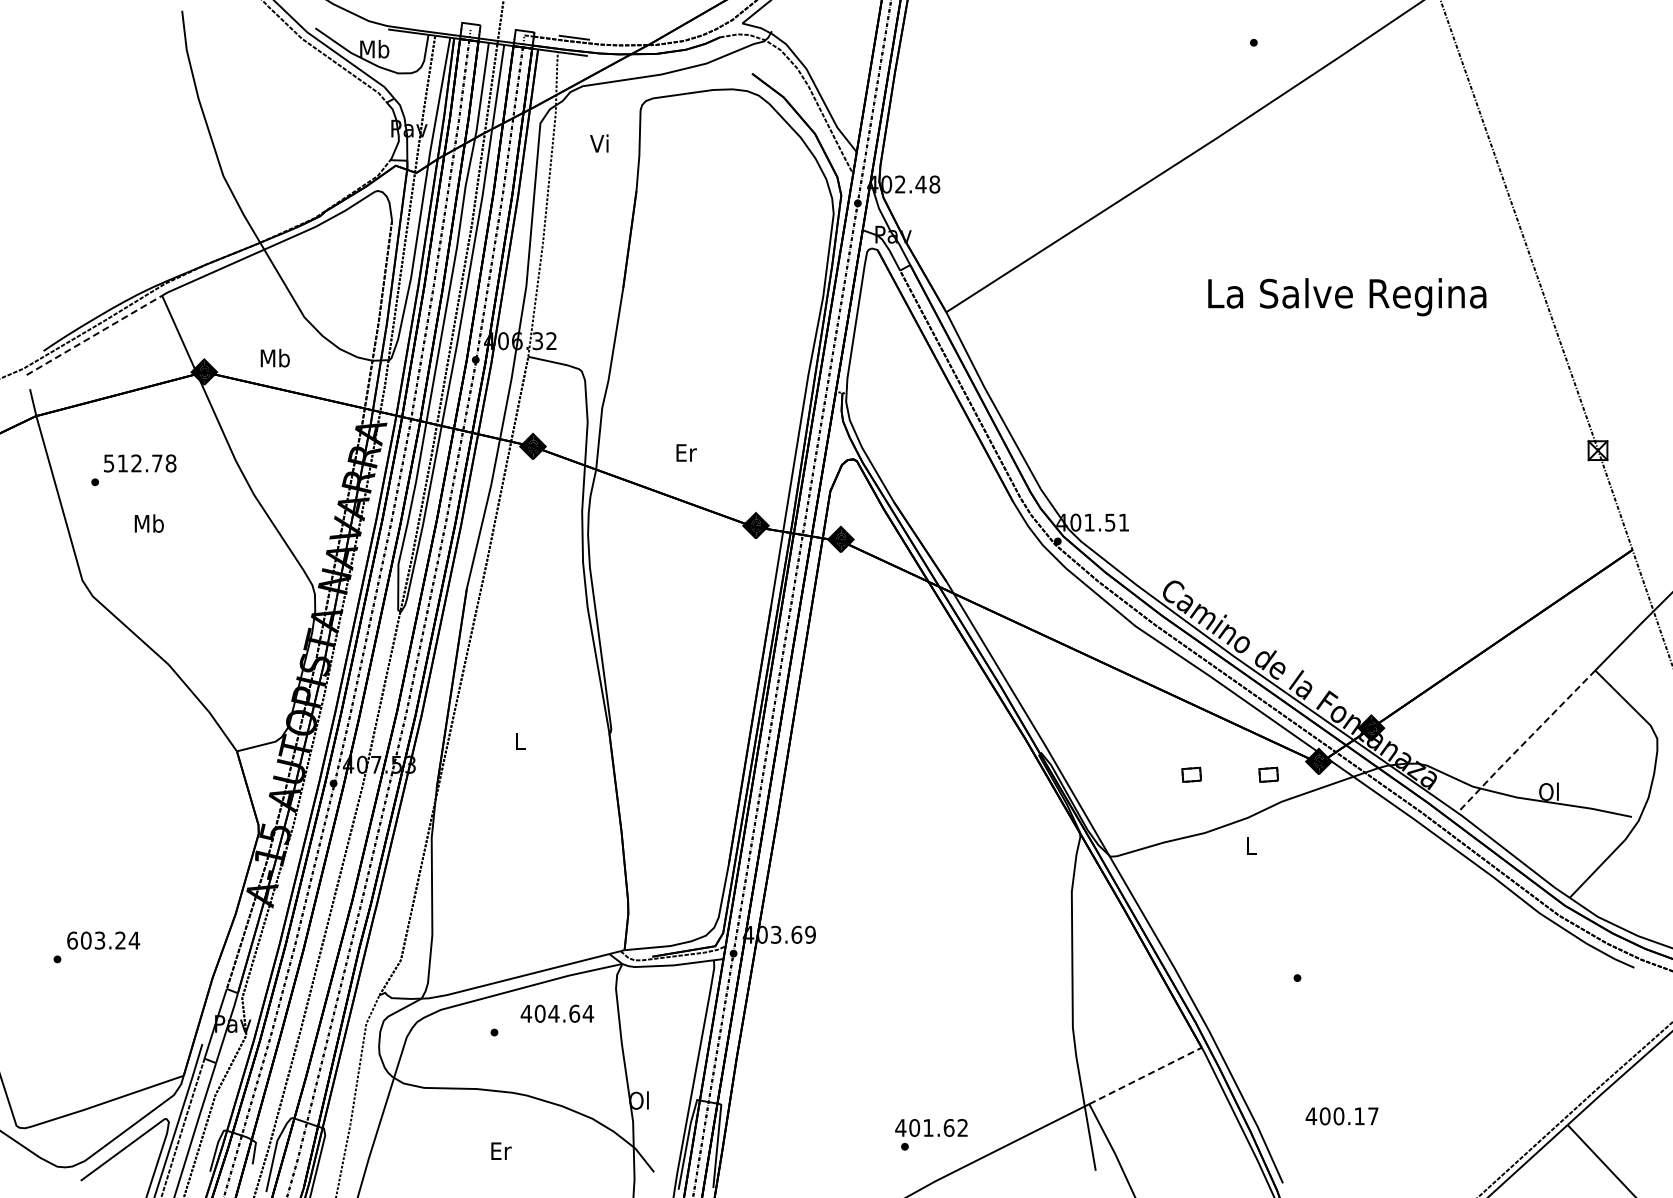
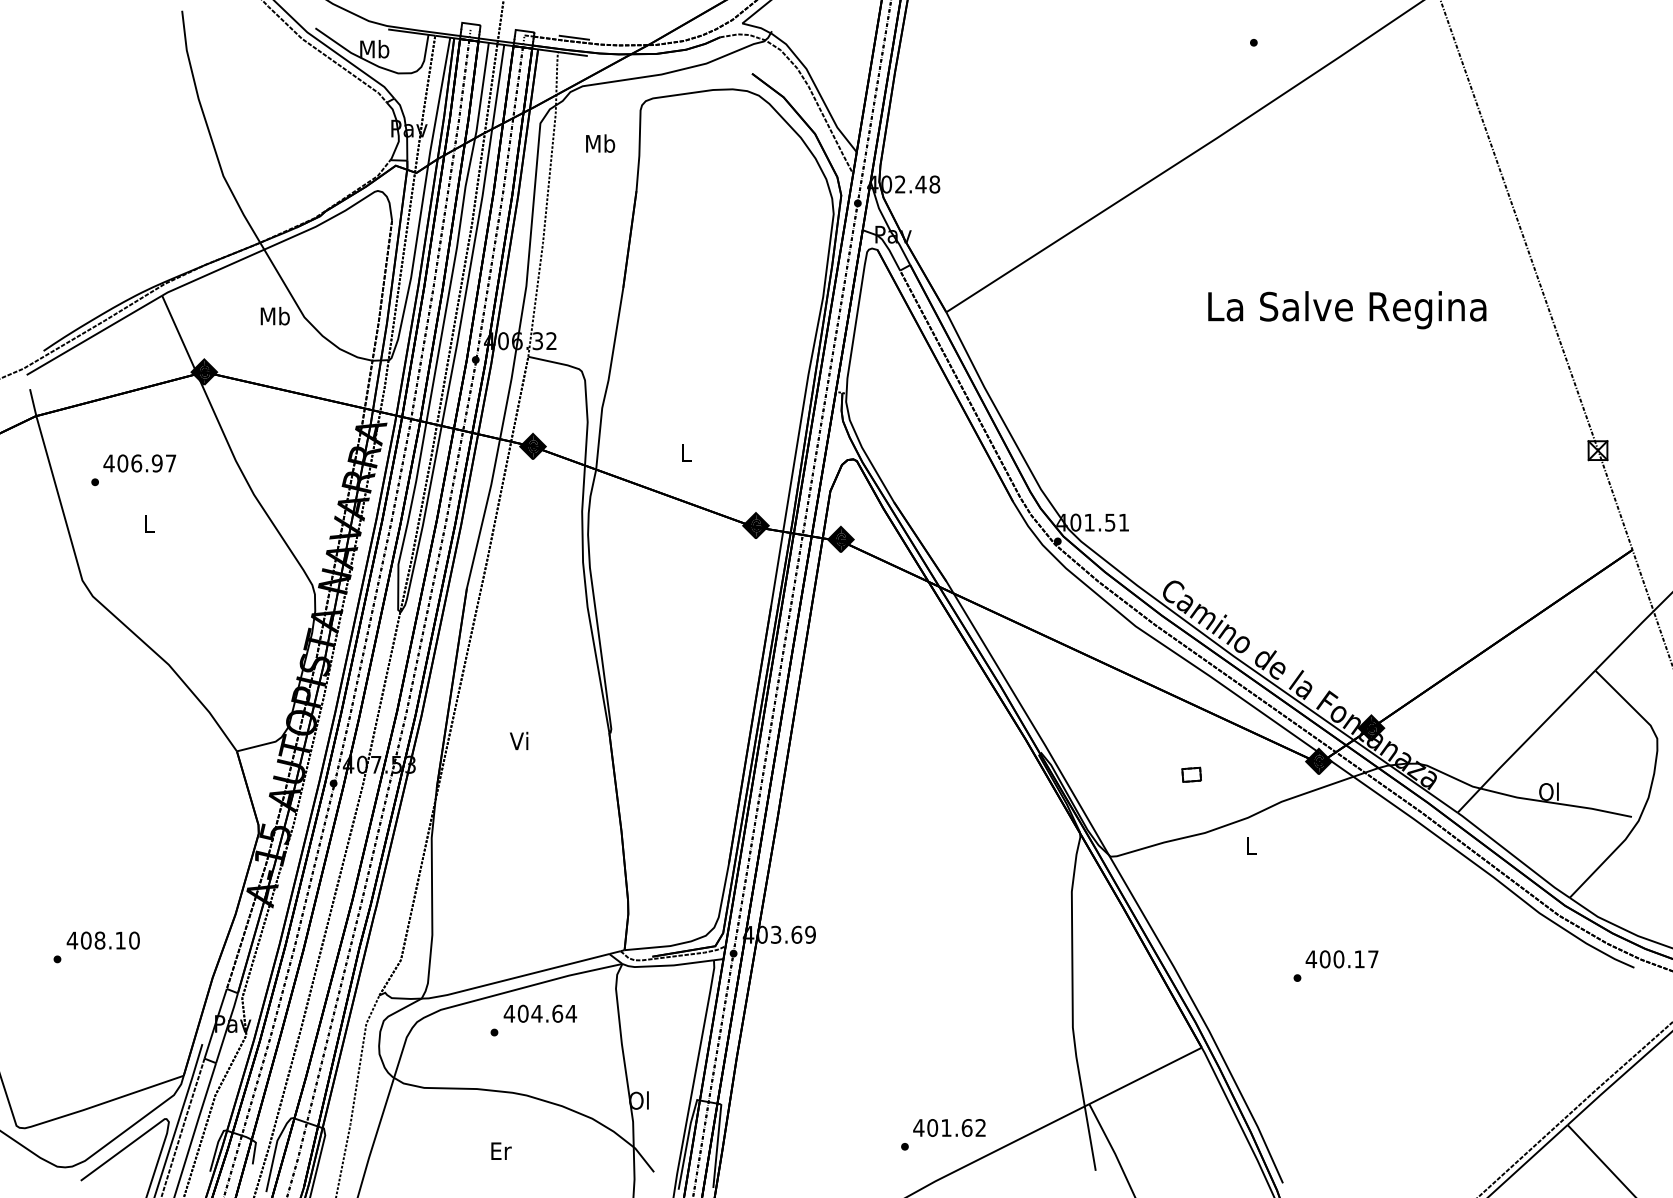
text at (600, 143): Vi -> Mb
text at (1347, 297) position: (1347, 297) -> (1347, 310)
line at (94, 335): dashed -> solid
text at (274, 358) position: (274, 358) -> (274, 316)
text at (686, 452): Er -> L
text at (139, 463): 512.78 -> 406.97
text at (148, 523): Mb -> L
text at (518, 740): L -> Vi
line at (1525, 741): dashed -> solid
part at (1268, 774): present -> none
text at (103, 940): 603.24 -> 408.10
text at (557, 1013) position: (557, 1013) -> (540, 1013)
line at (1145, 1075): dashed -> solid
text at (1341, 1116) position: (1341, 1116) -> (1341, 959)
text at (931, 1127) position: (931, 1127) -> (949, 1127)
